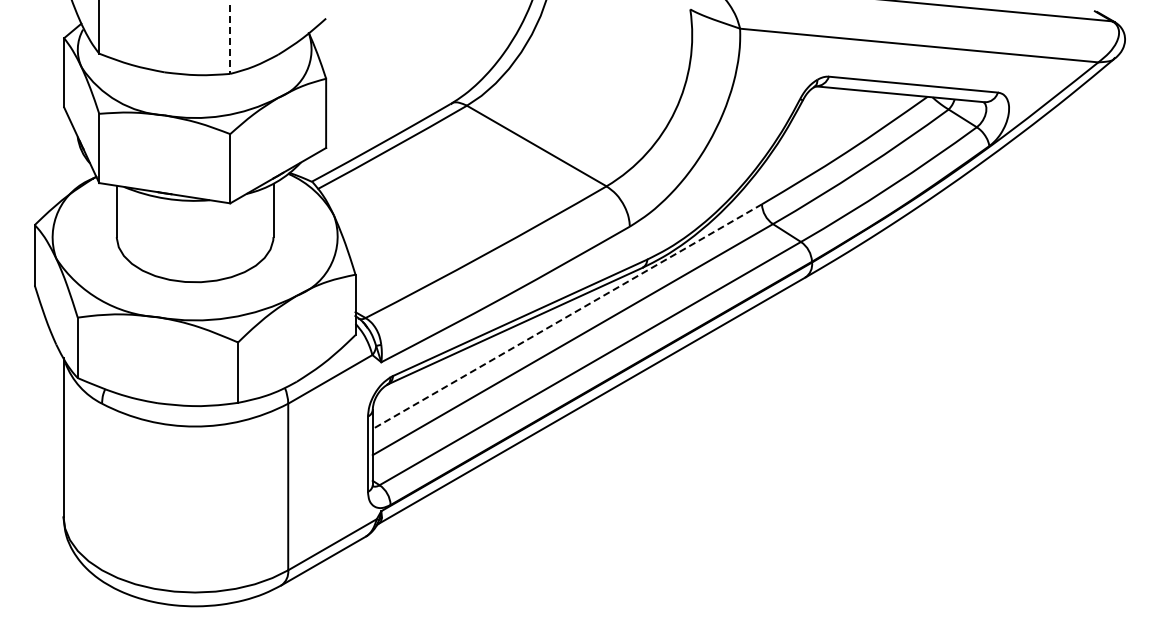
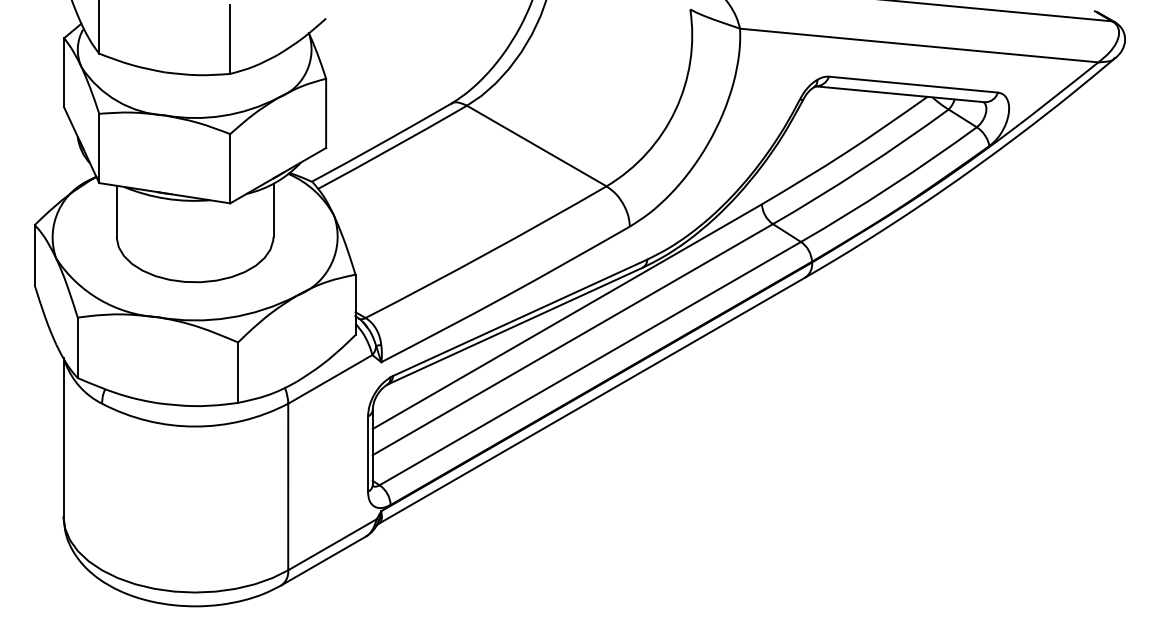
line at (230, 39): dashed -> solid
line at (567, 316): dashed -> solid
